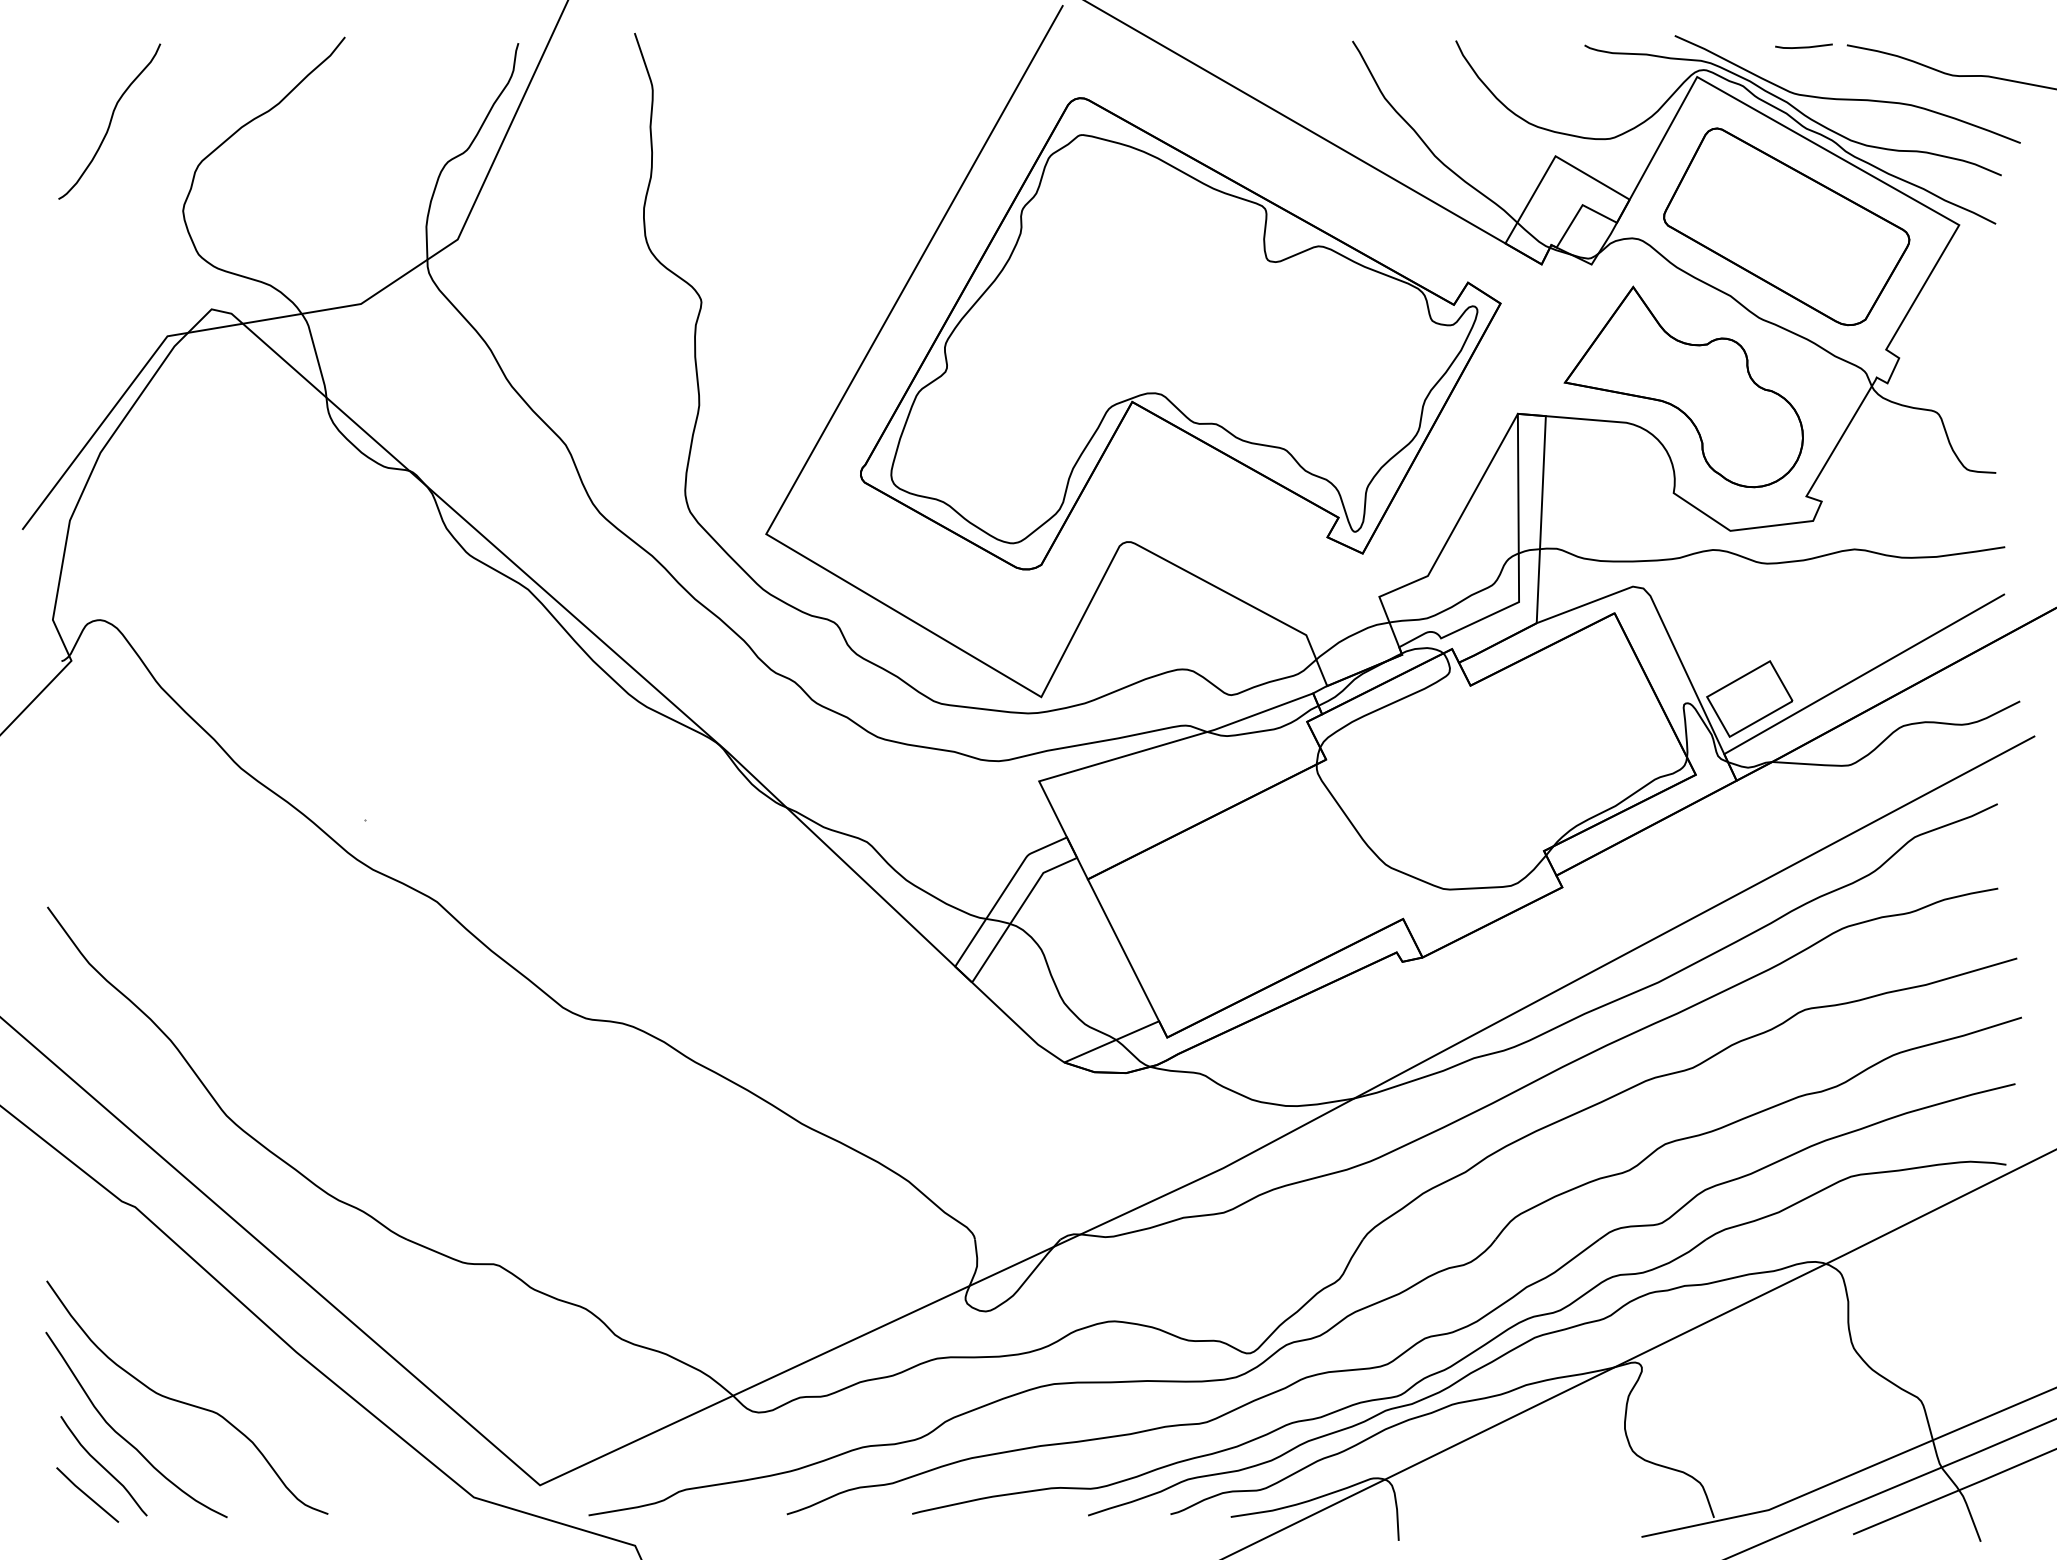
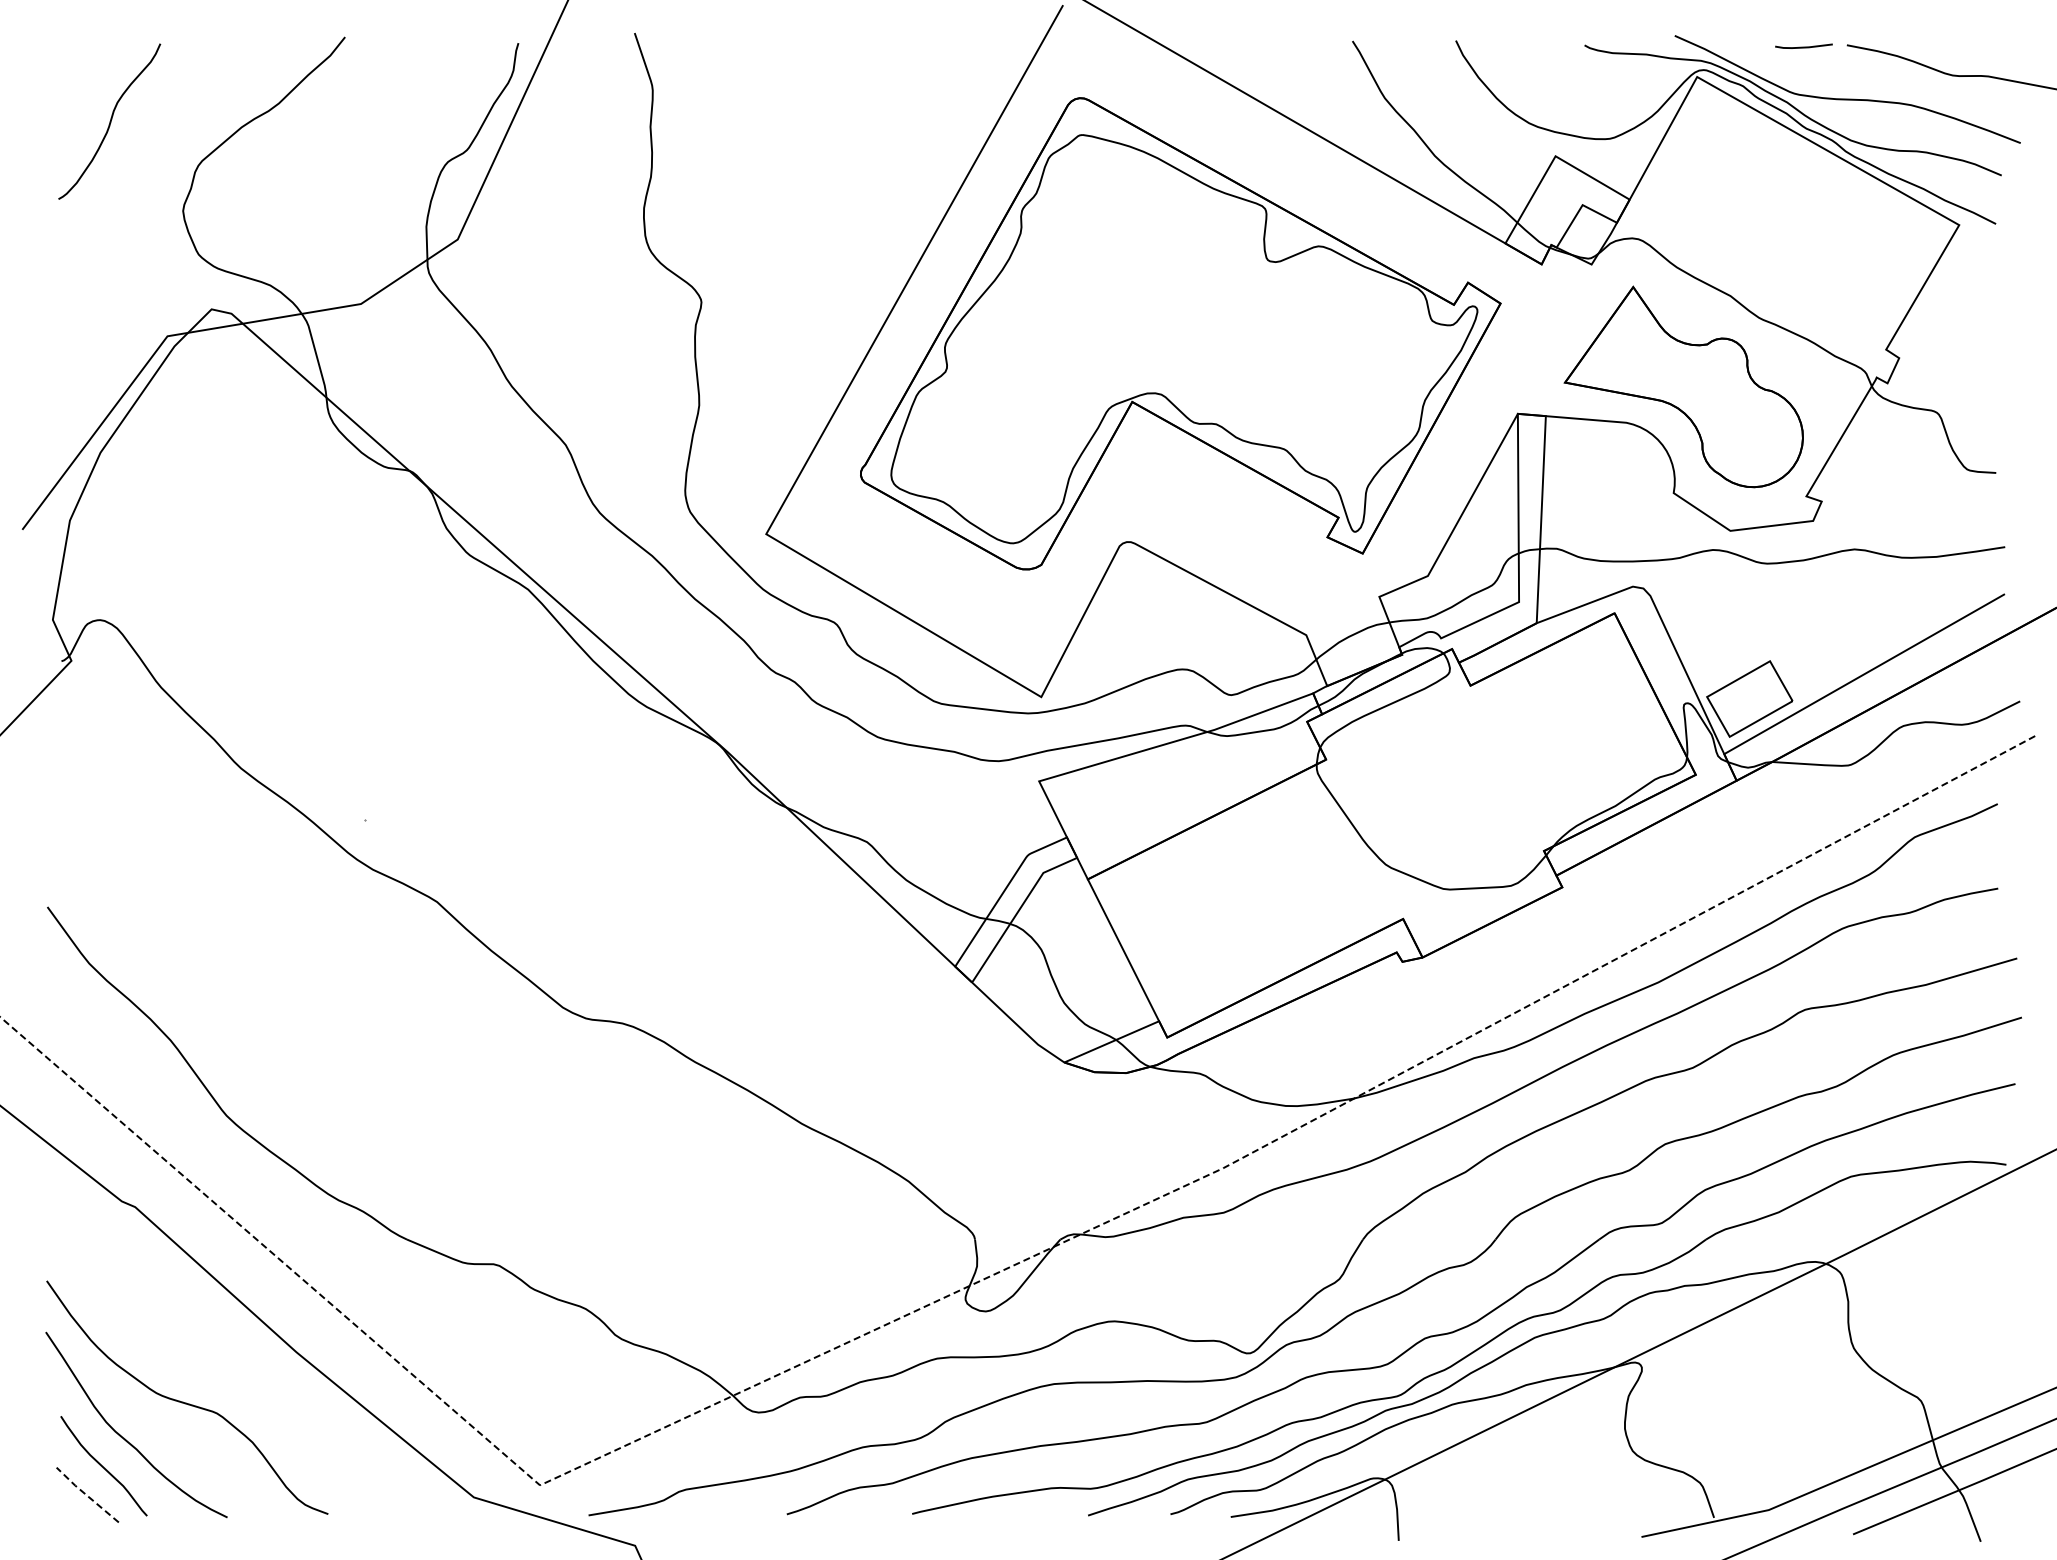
part at (1786, 226): present -> none
line at (974, 1283): solid -> dashed
line at (86, 1495): solid -> dashed
